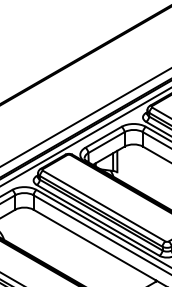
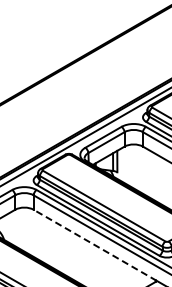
line at (85, 117): present -> none
line at (94, 245): solid -> dashed
